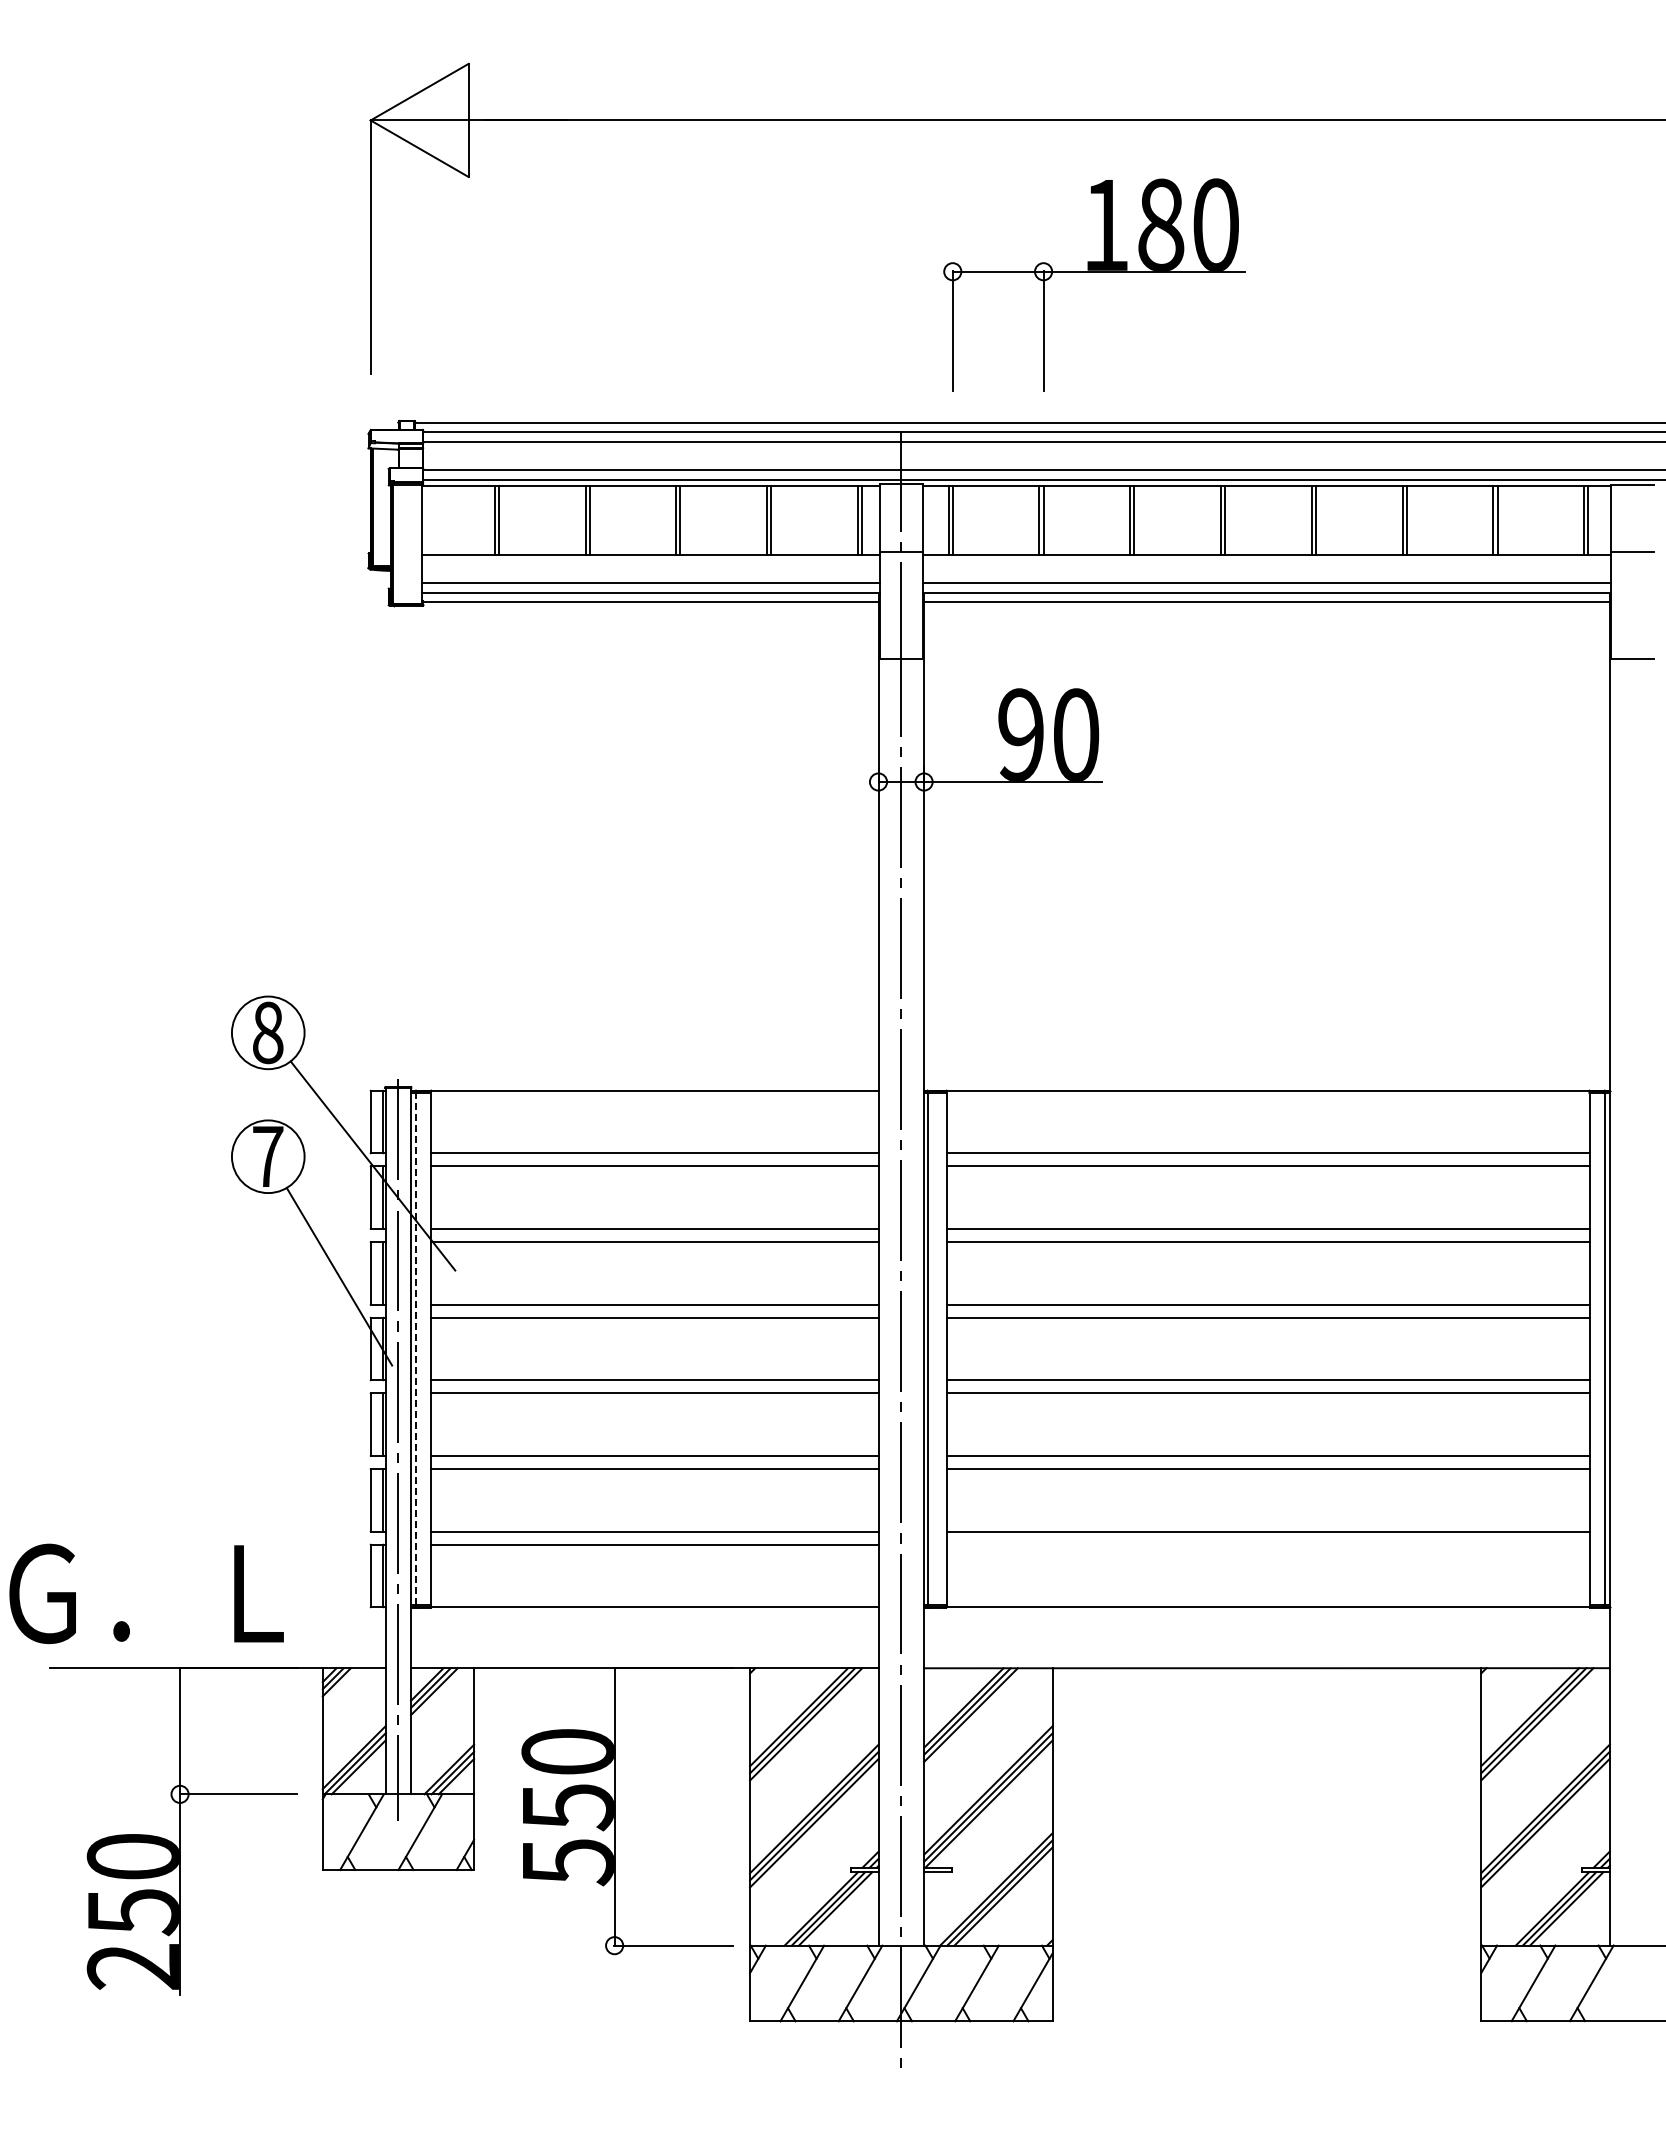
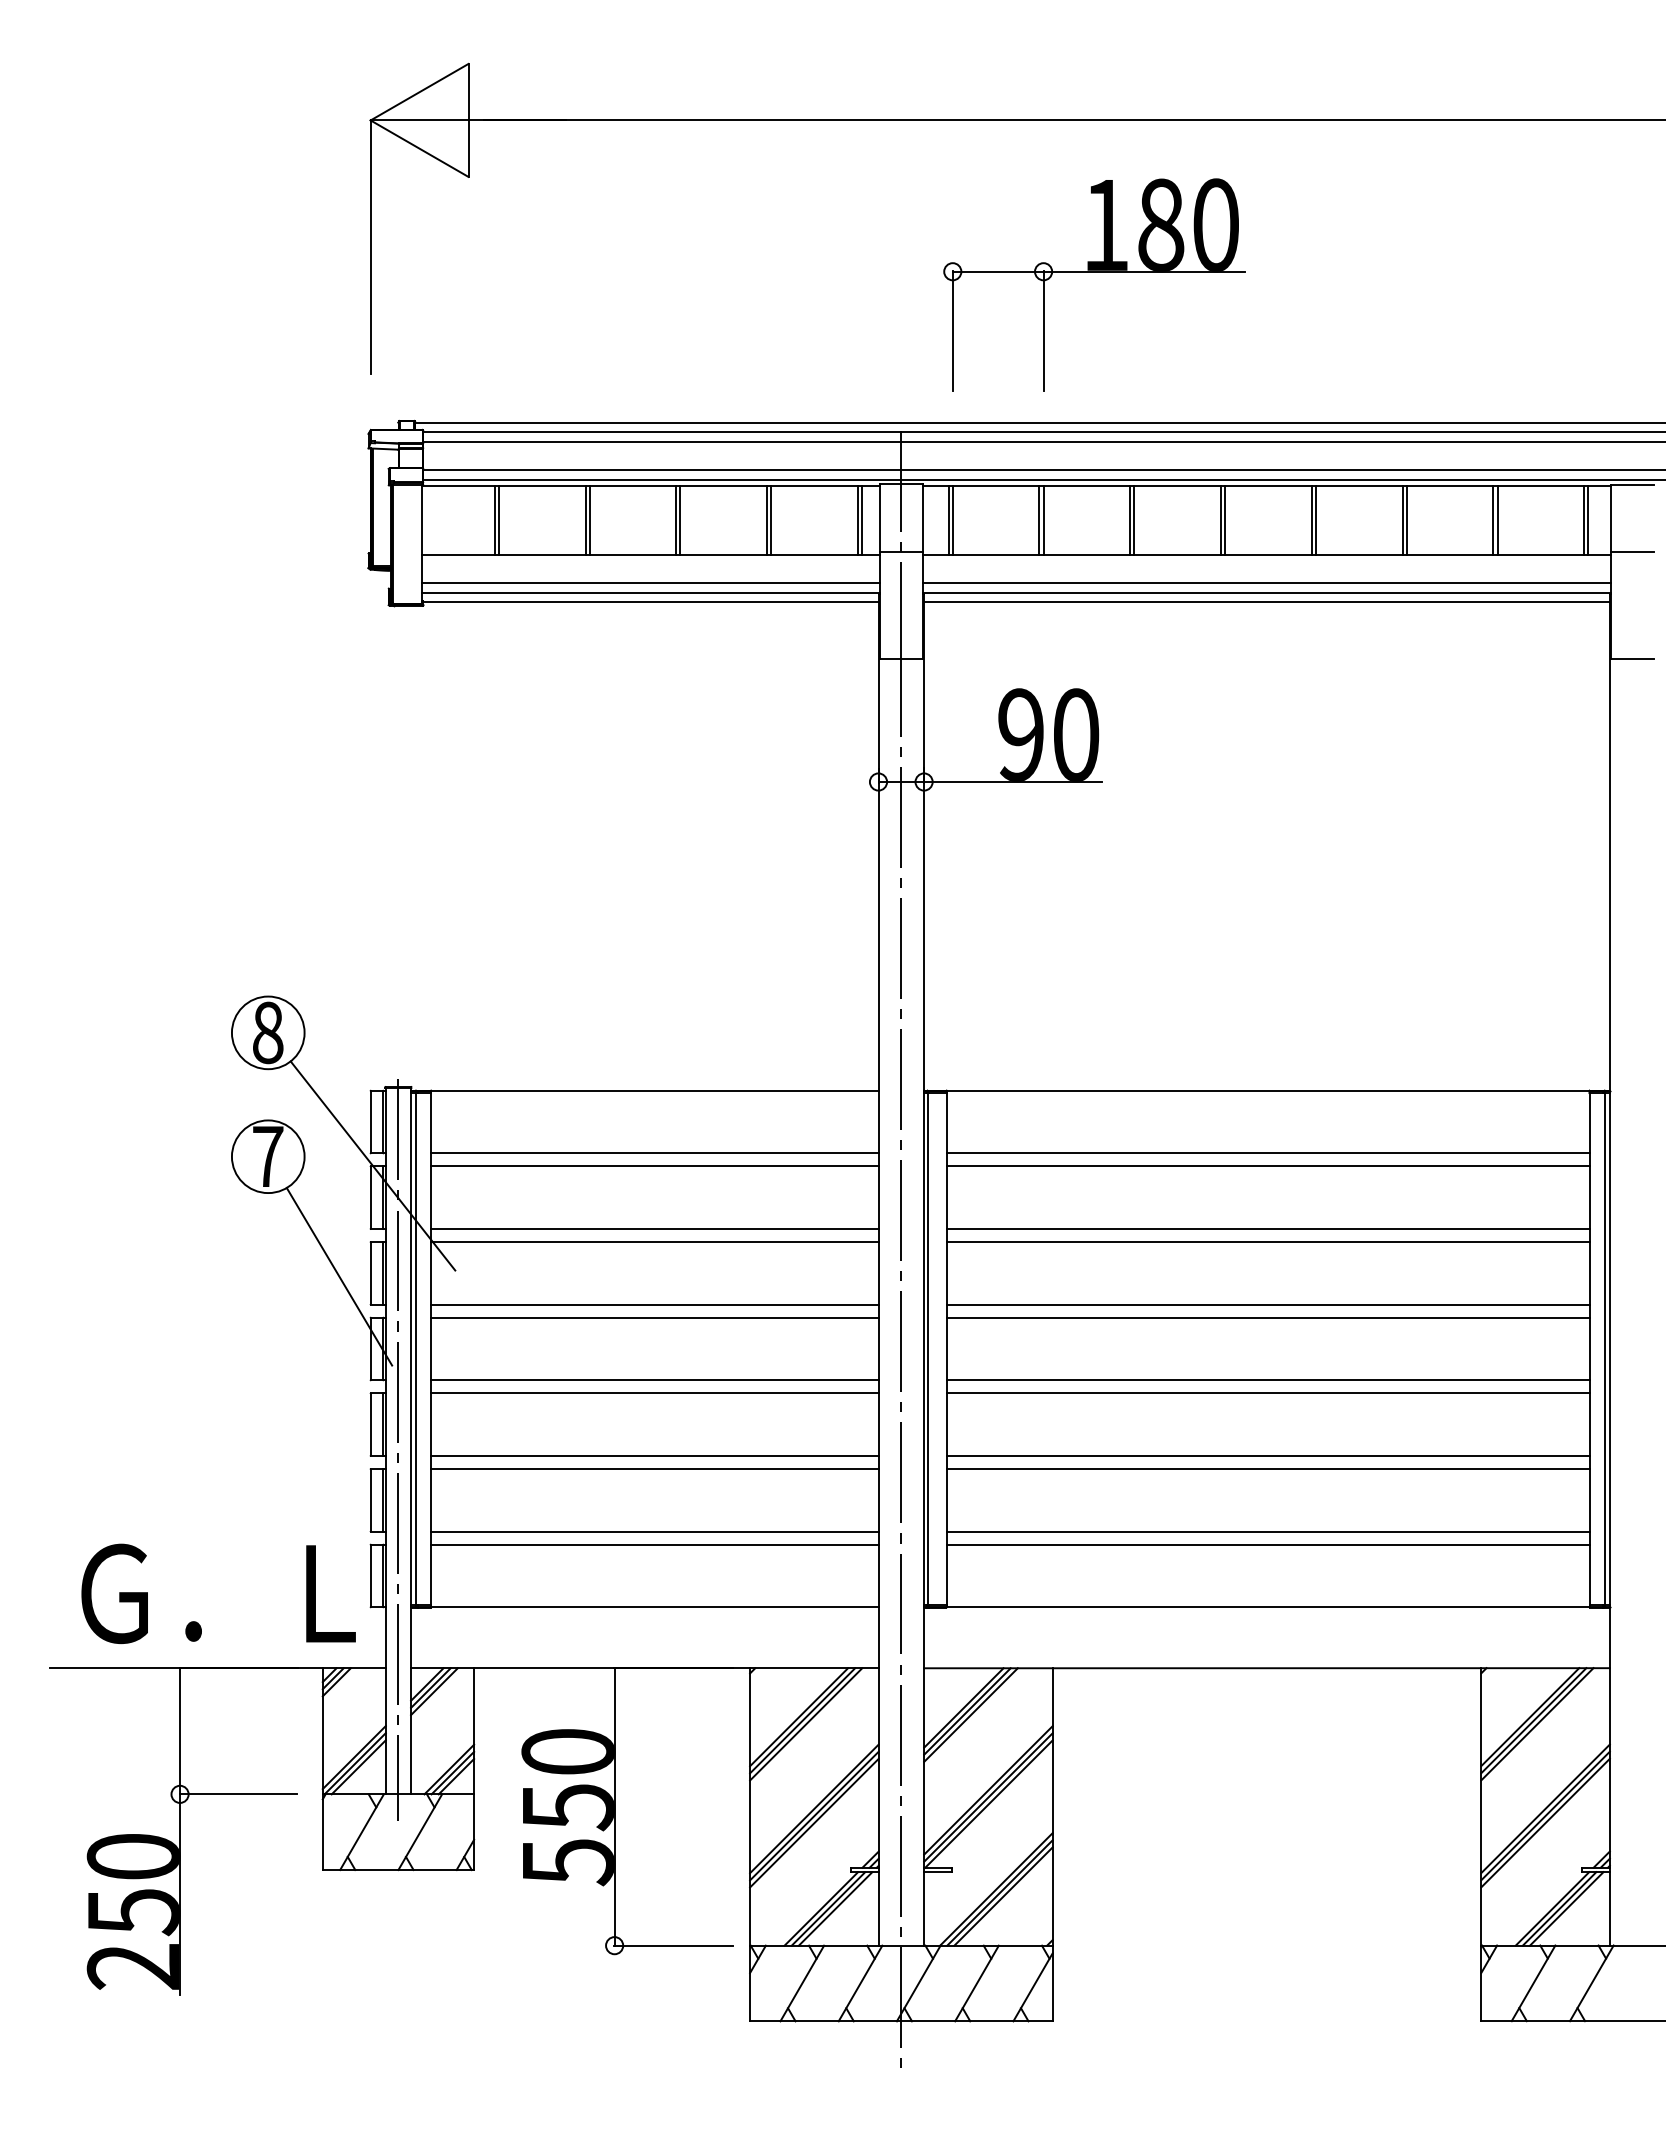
line at (416, 1349): dashed -> solid
line at (1267, 1544): none -> present
text at (146, 1593) position: (146, 1593) -> (218, 1593)
